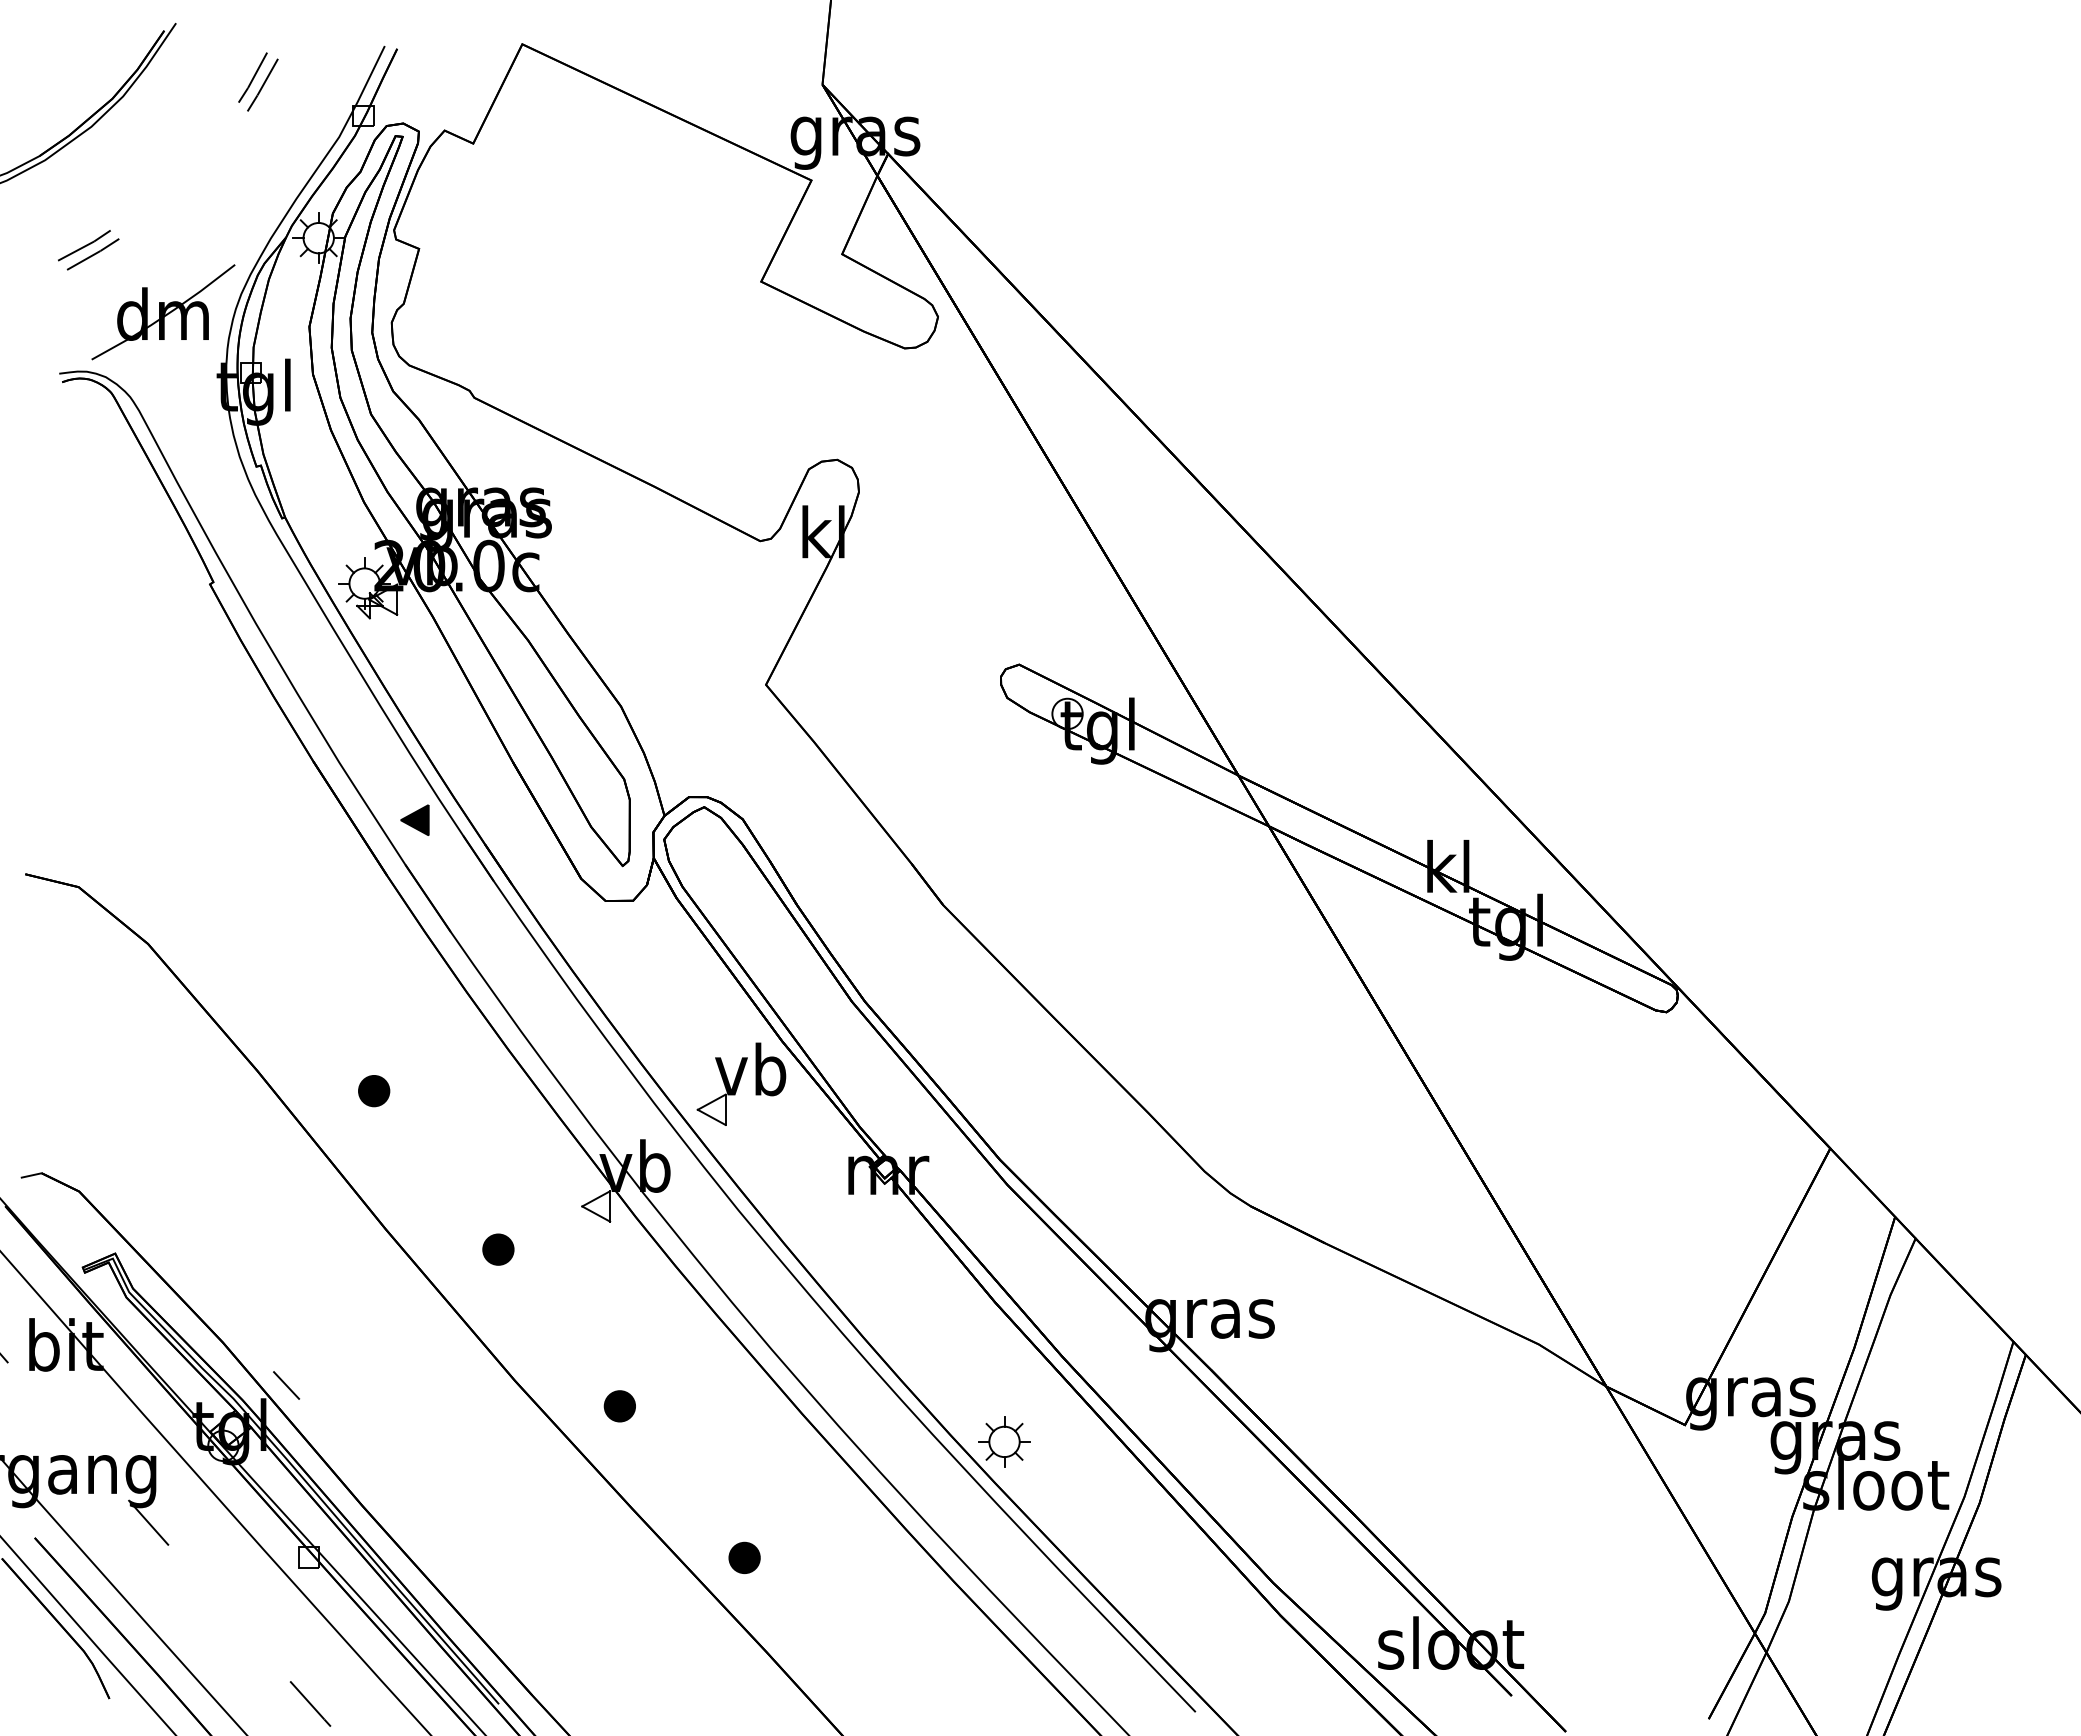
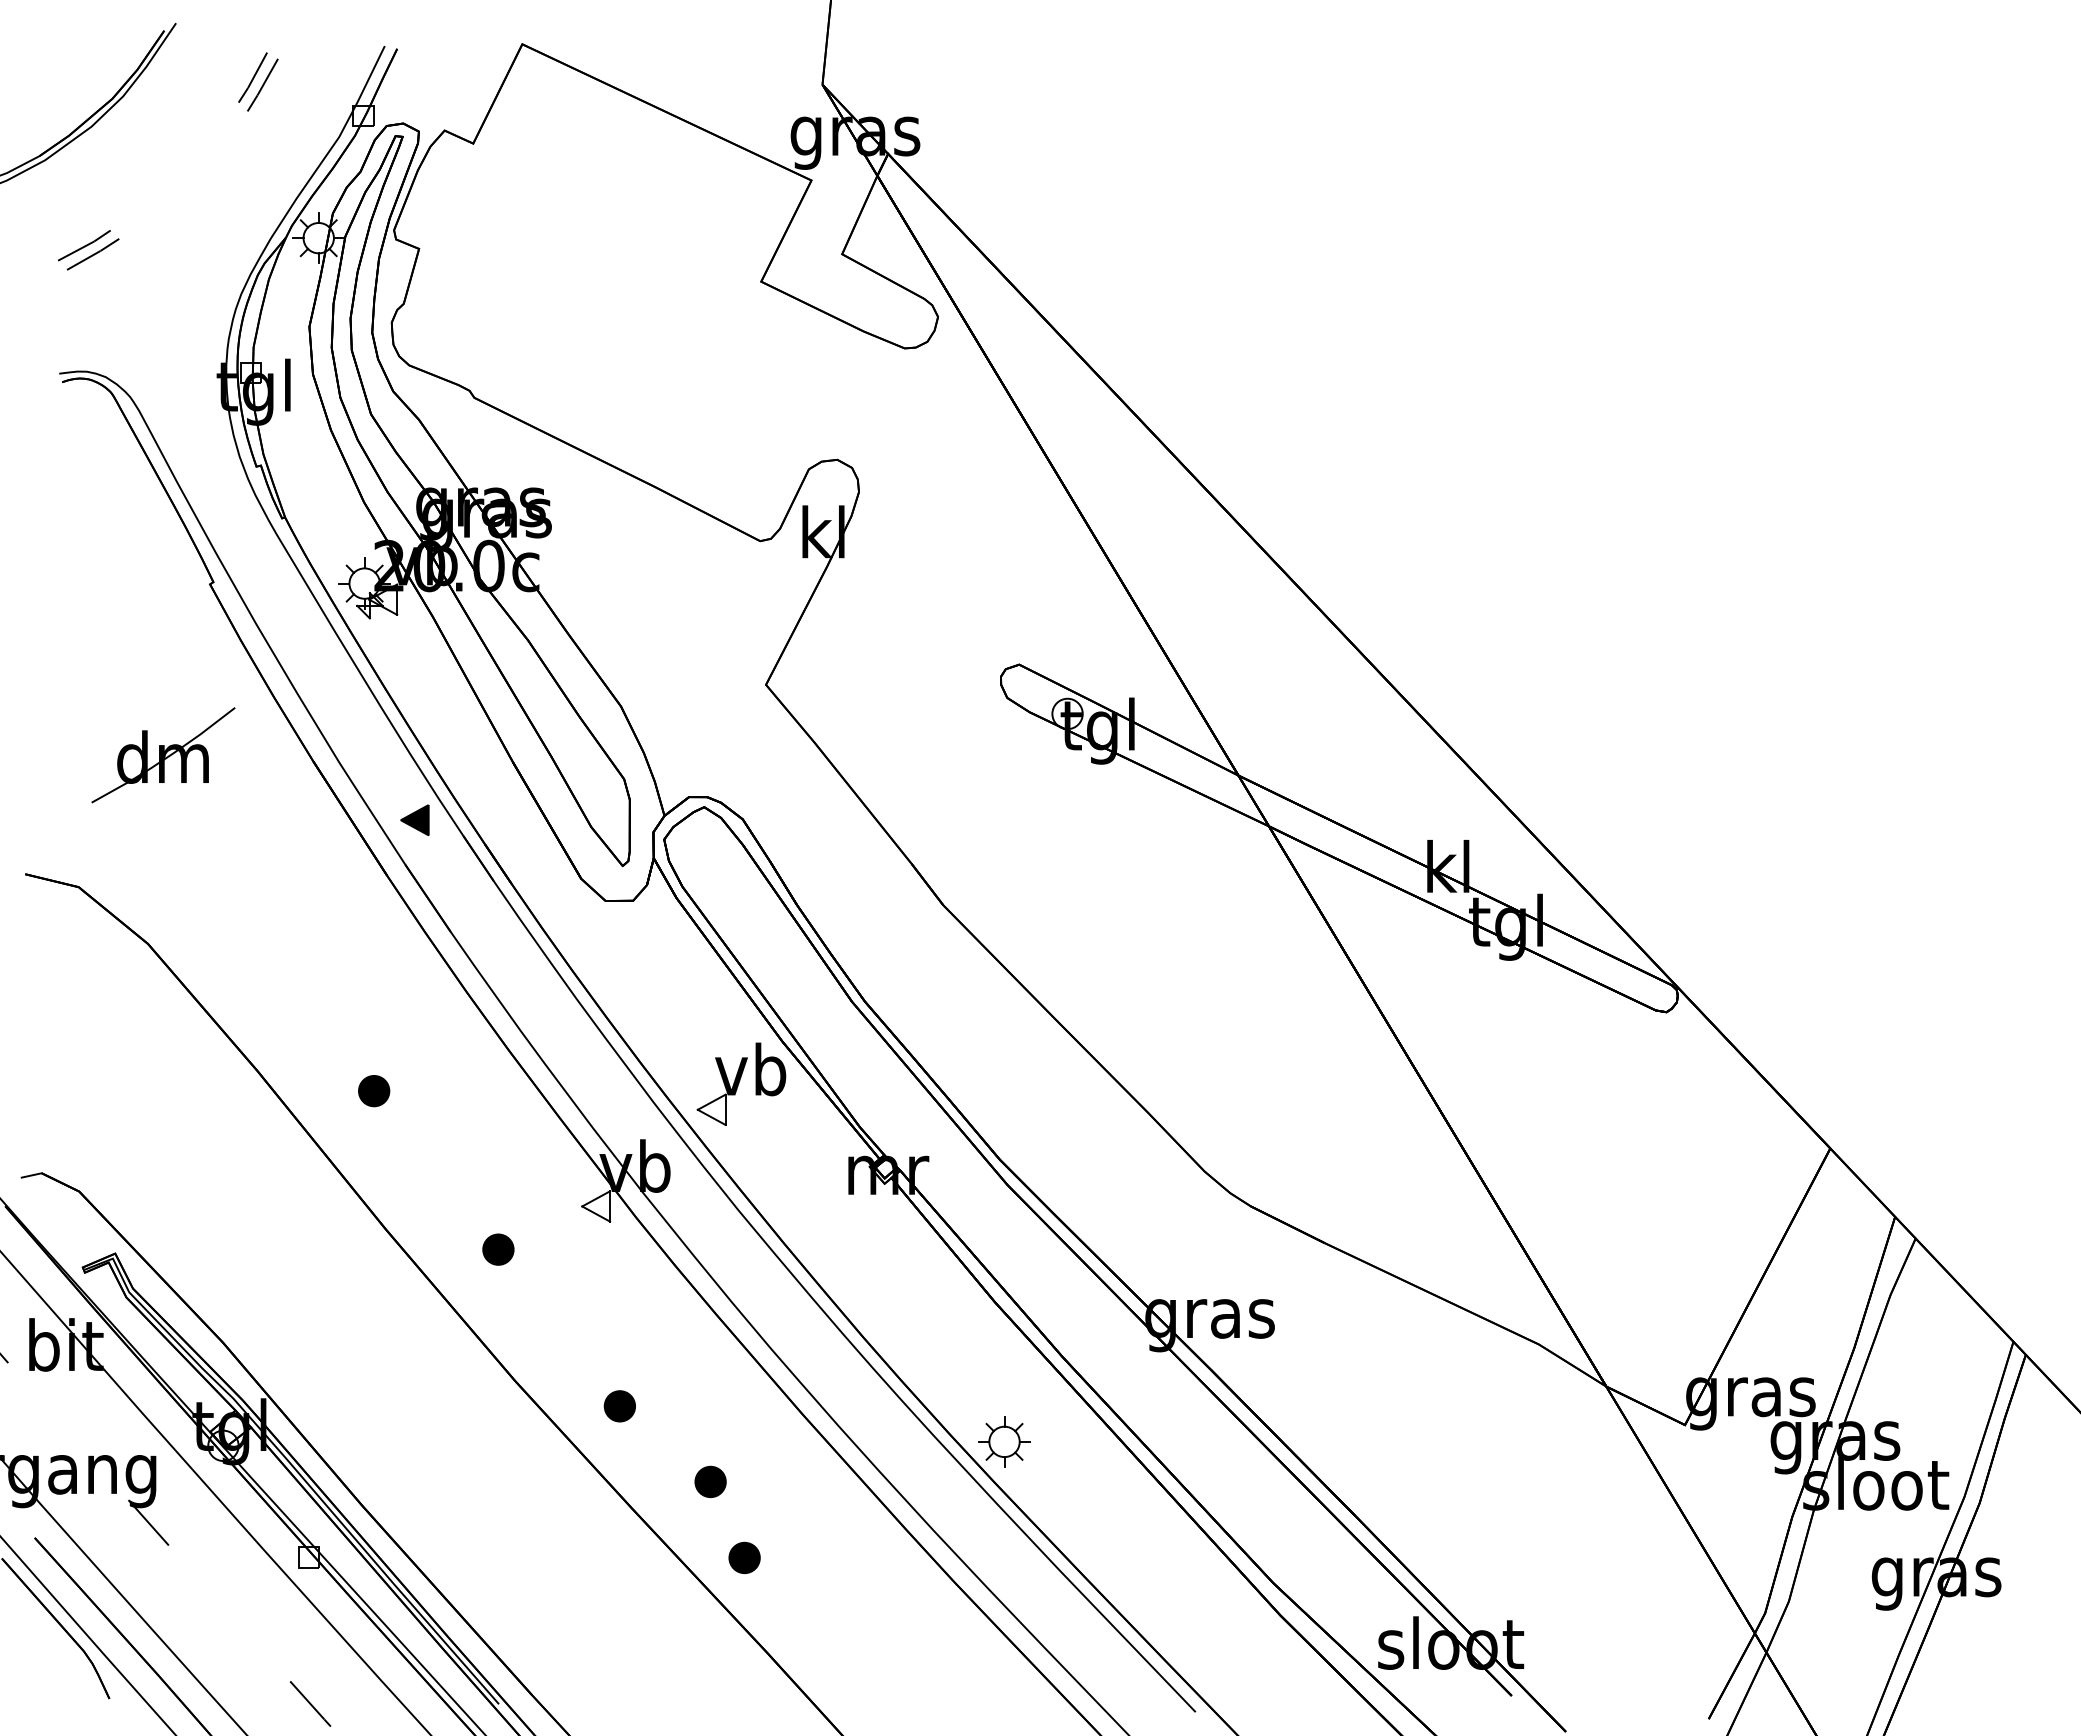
part at (163, 312) position: (163, 312) -> (163, 755)
line at (286, 1385): present -> none
part at (710, 1481): none -> present
